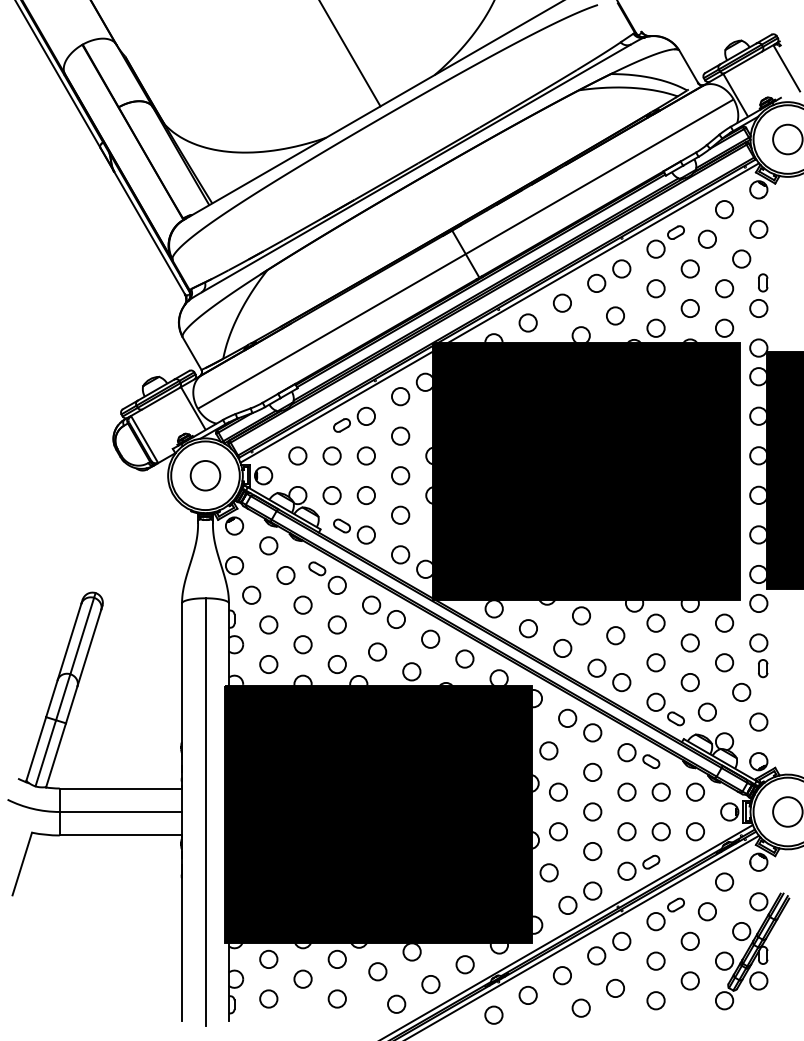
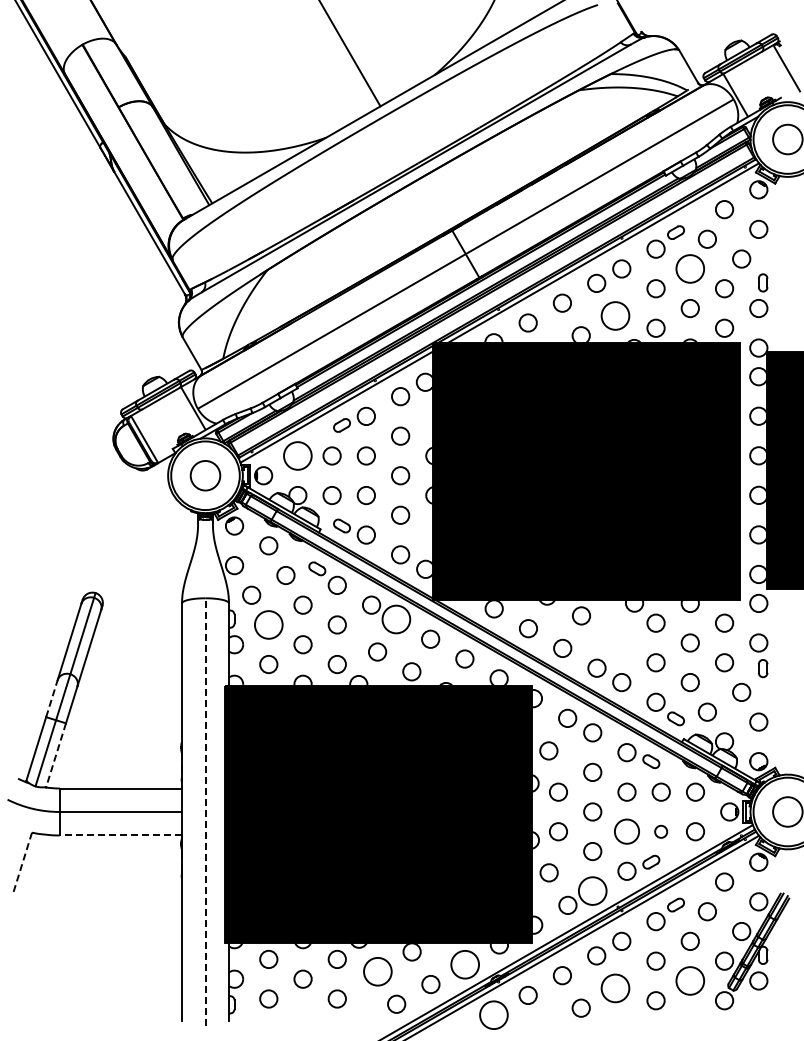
circle at (689, 268) diameter: 17 px -> 28 px
circle at (615, 315) diameter: 17 px -> 28 px
circle at (297, 455) diameter: 17 px -> 28 px
circle at (396, 619) diameter: 17 px -> 28 px
circle at (268, 624) diameter: 17 px -> 28 px
circle at (615, 635): present -> none
line at (52, 698): solid -> dashed
line at (55, 755): solid -> dashed
line at (205, 811): solid -> dashed
circle at (626, 831) size: 20x20 px -> 26x27 px
circle at (660, 831) size: 20x20 px -> 15x15 px
line at (120, 835): solid -> dashed
line at (22, 864): solid -> dashed
circle at (592, 890) diameter: 17 px -> 28 px
circle at (464, 964) diameter: 17 px -> 28 px
circle at (377, 971) diameter: 17 px -> 28 px
circle at (689, 980) diameter: 17 px -> 28 px
circle at (615, 988) diameter: 17 px -> 28 px
circle at (493, 1014) diameter: 17 px -> 28 px
